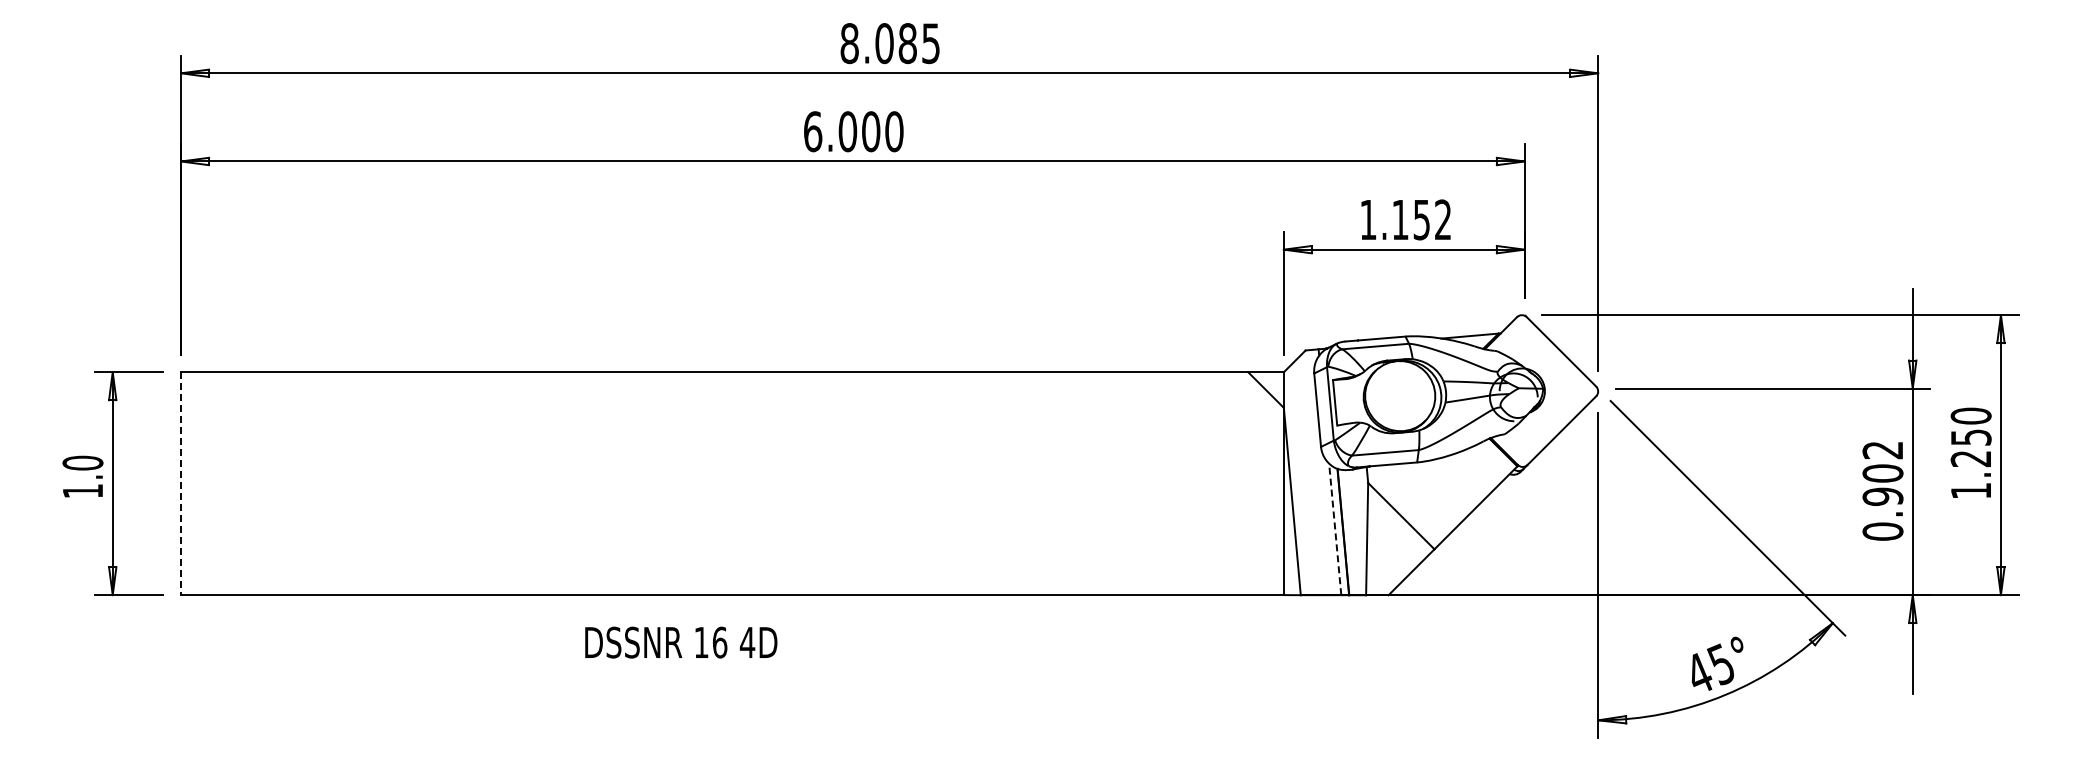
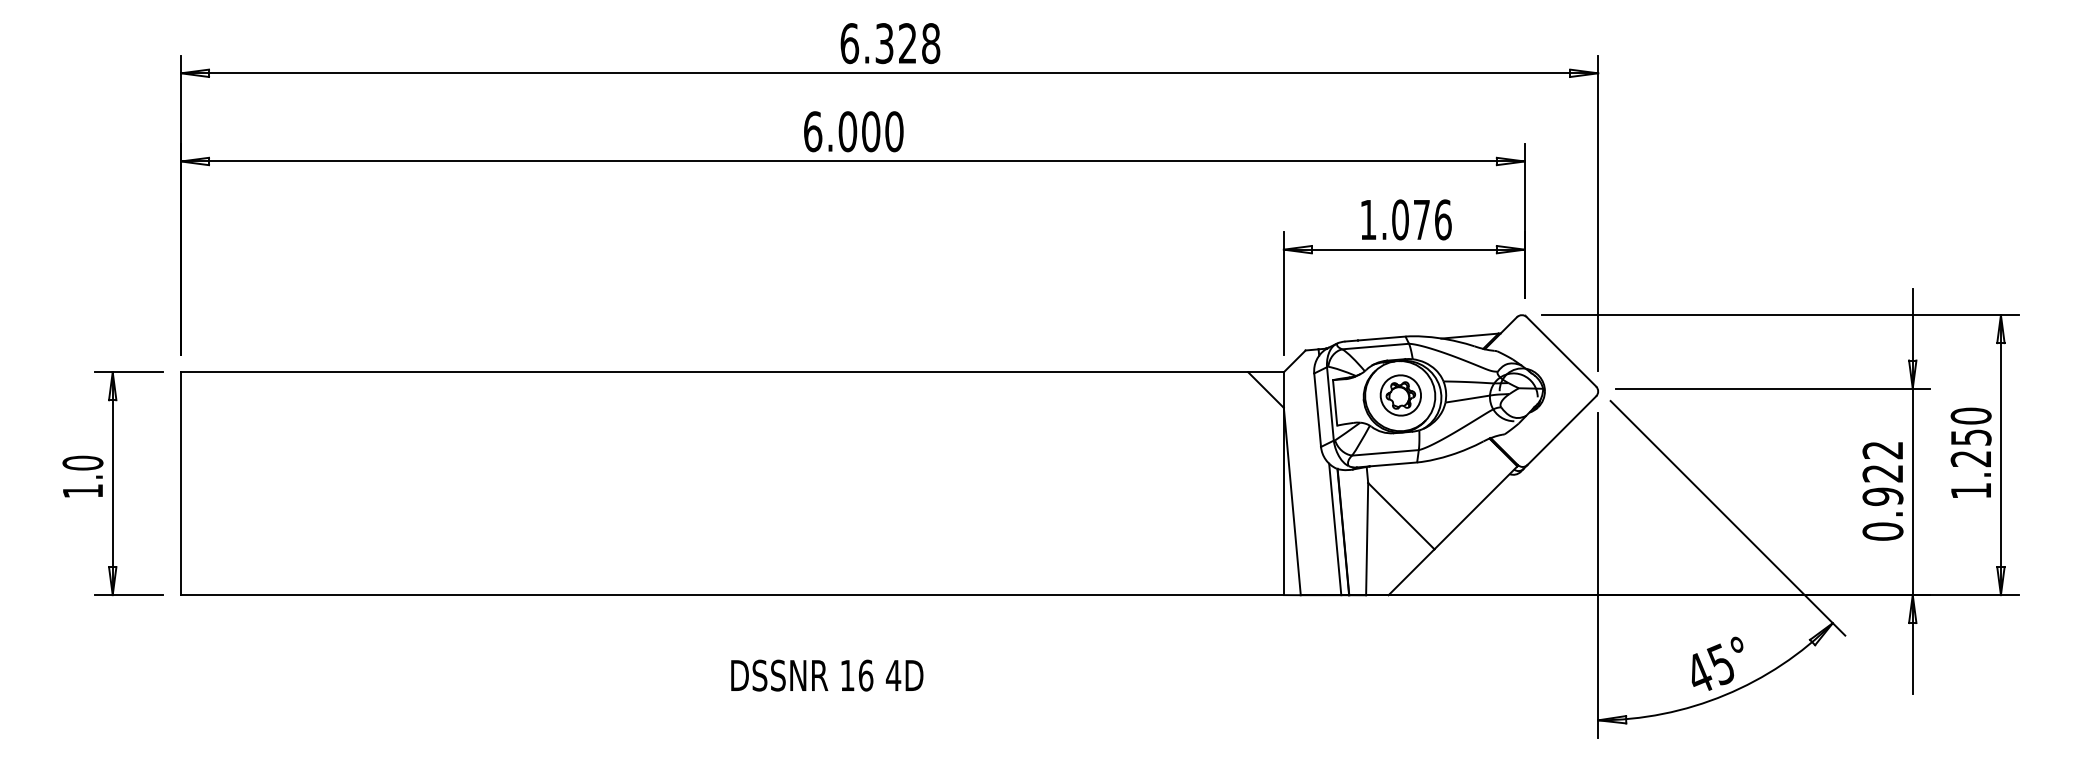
text at (890, 43): 8.085 -> 6.328
text at (1421, 219): 1.152 -> 1.076
part at (1400, 395): none -> present
text at (1882, 473): 0.902 -> 0.922
line at (181, 484): dashed -> solid
line at (1335, 528): dashed -> solid
text at (681, 642) position: (681, 642) -> (827, 675)
